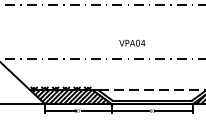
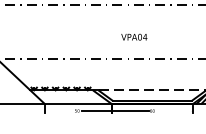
text at (132, 42) position: (132, 42) -> (134, 36)
hatch at (71, 97): present -> none
line at (60, 111): present -> none
line at (173, 111): present -> none
